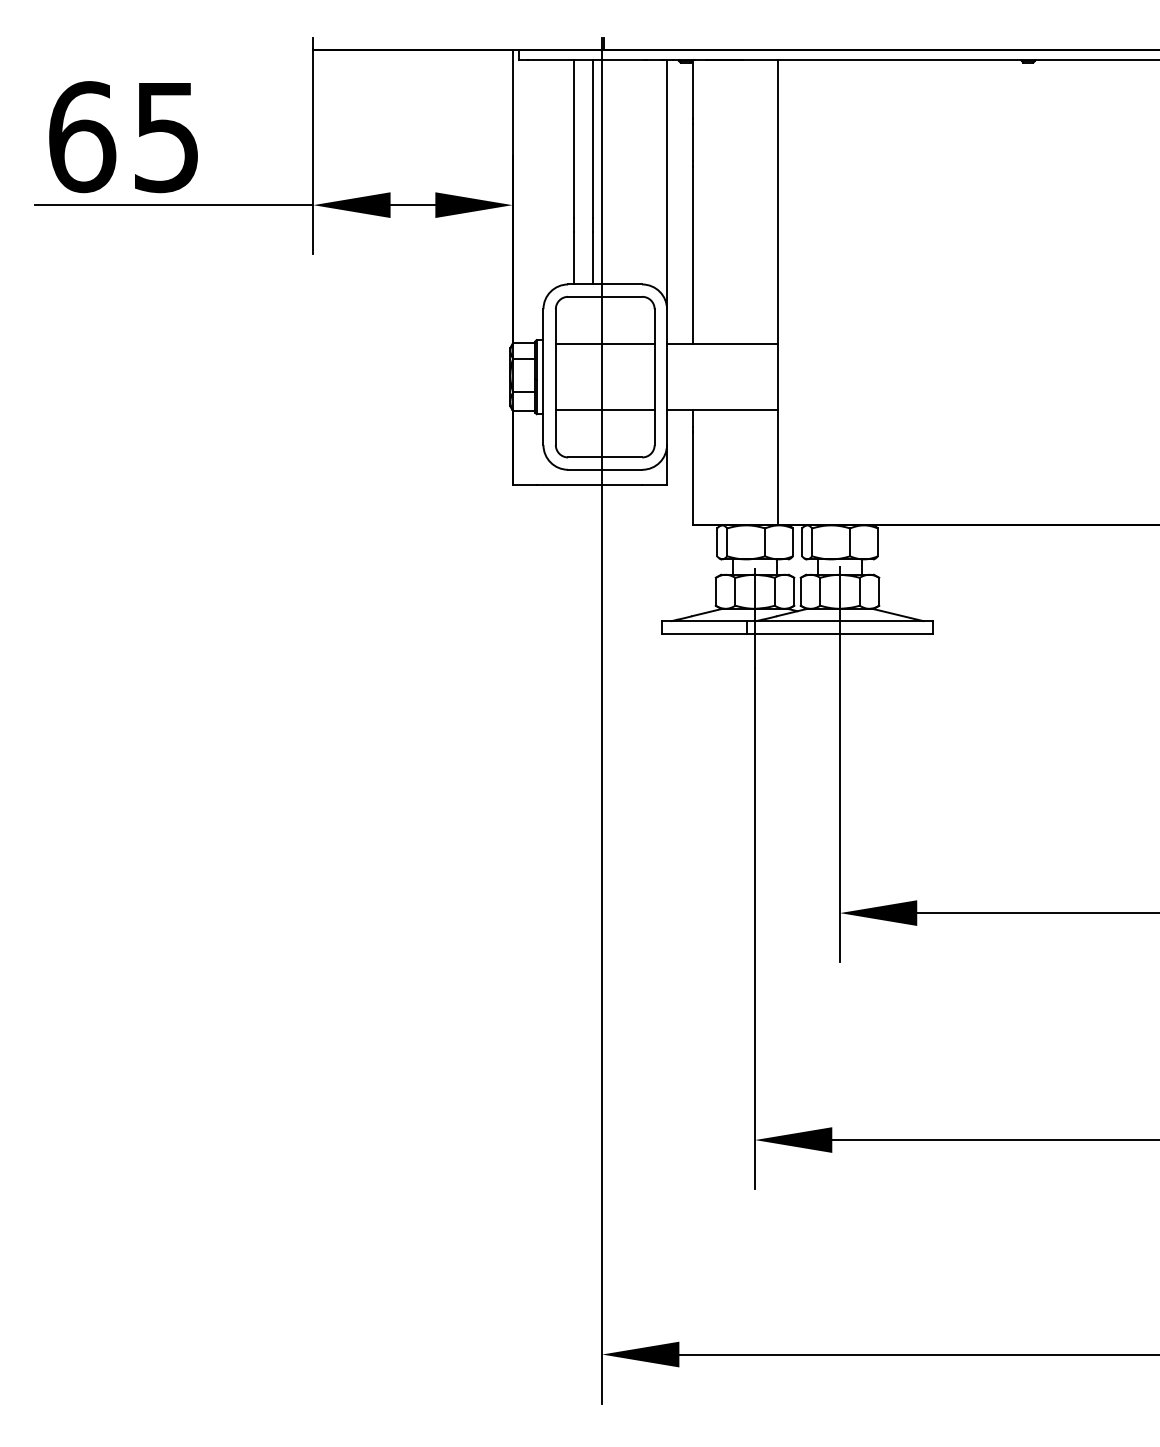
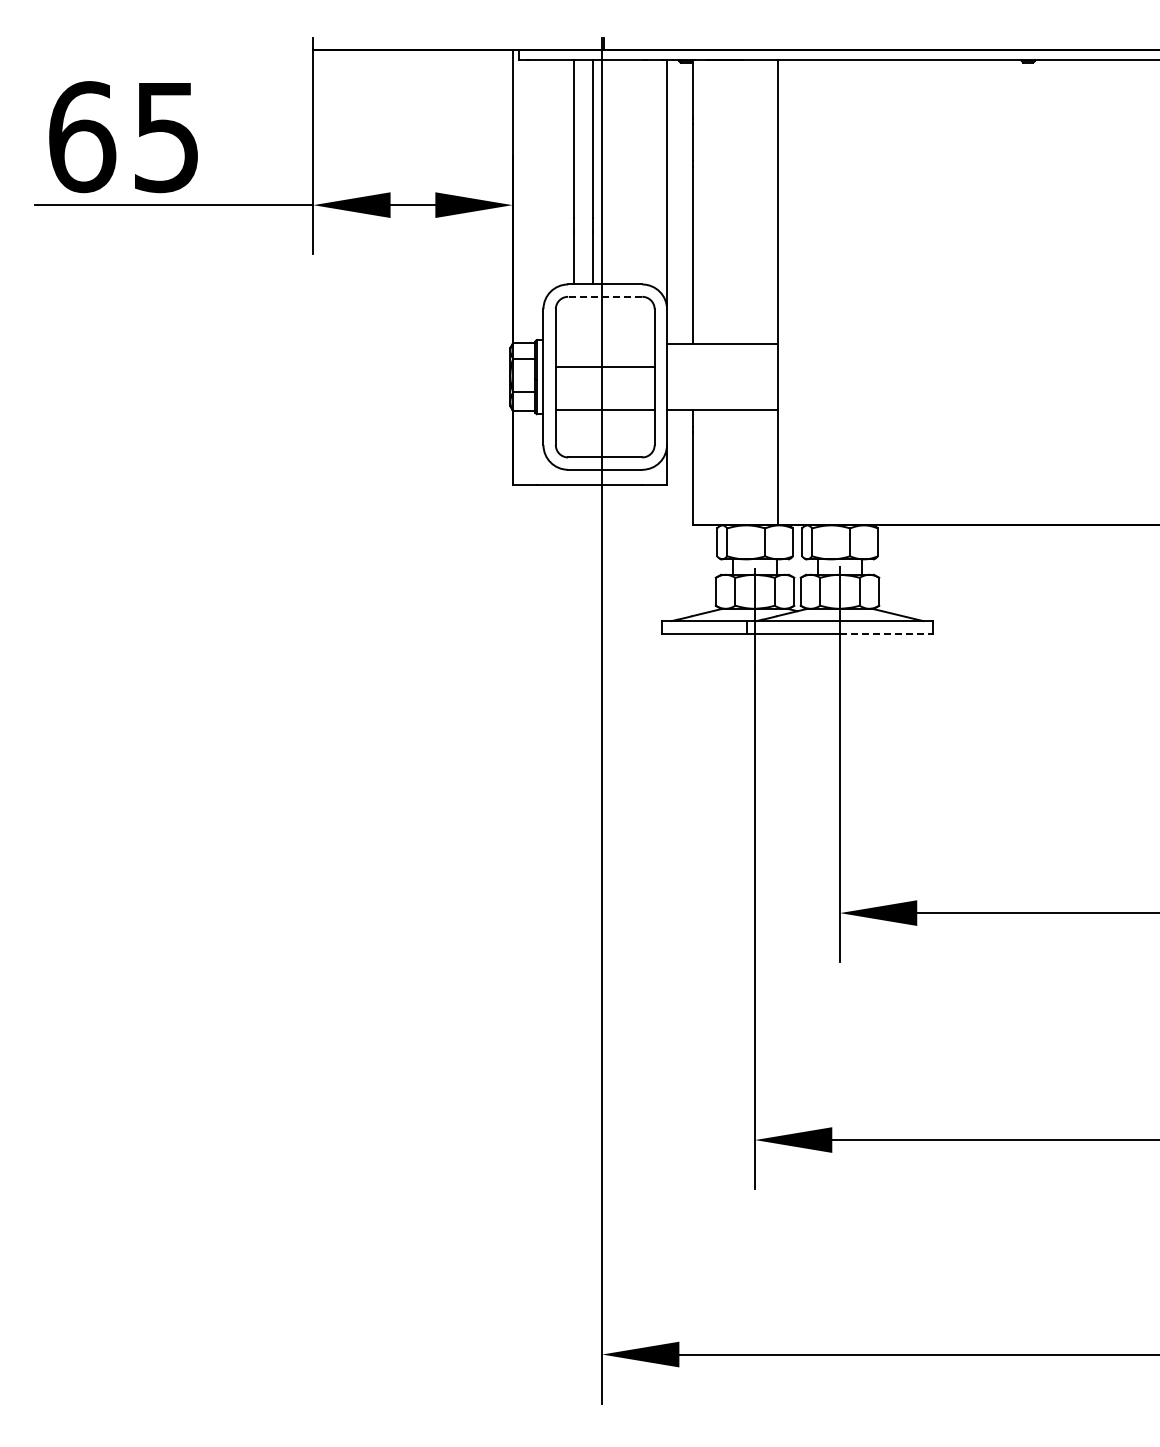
line at (604, 296): solid -> dashed
line at (604, 344) position: (604, 344) -> (604, 367)
line at (886, 633): solid -> dashed
